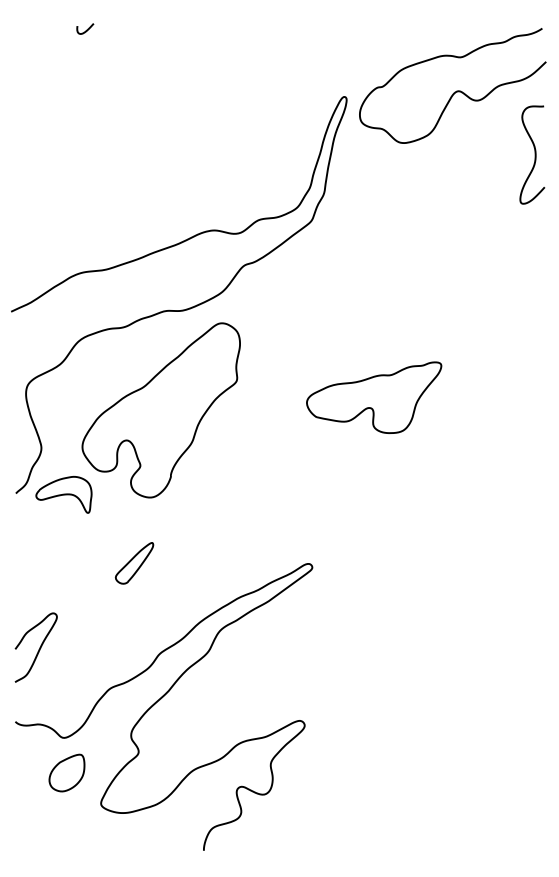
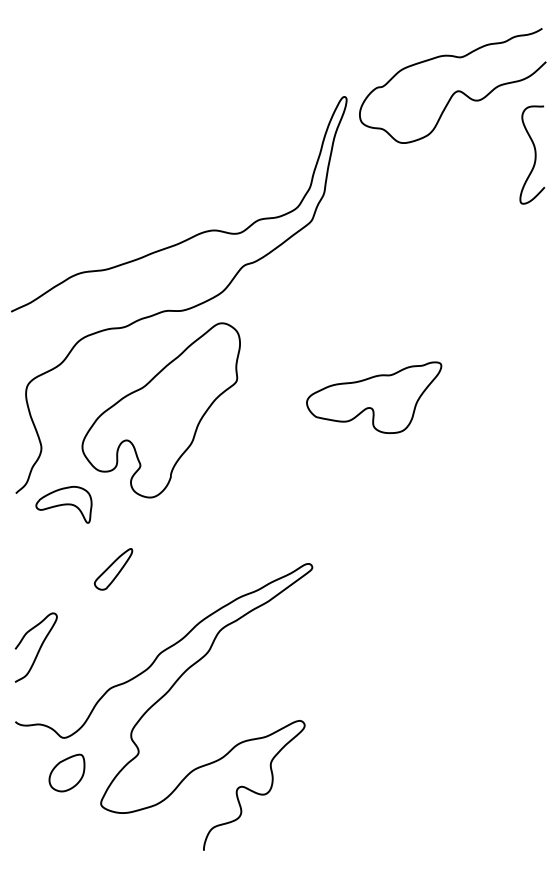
curve at (86, 29): present -> none
part at (63, 494) position: (63, 494) -> (63, 504)
part at (134, 563) position: (134, 563) -> (113, 569)
